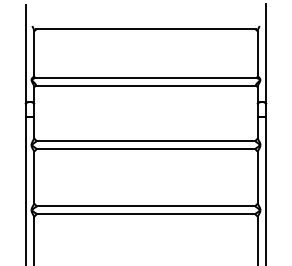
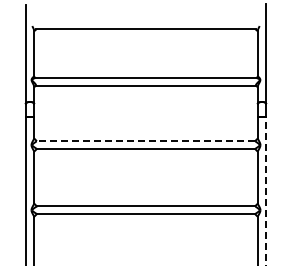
line at (145, 141): solid -> dashed
line at (266, 191): solid -> dashed
